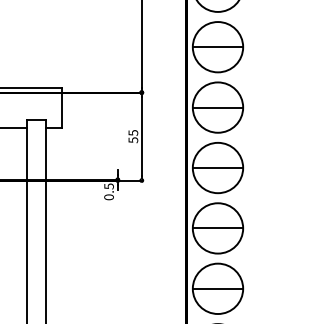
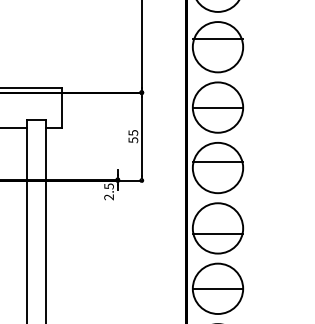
line at (217, 47) position: (217, 47) -> (217, 39)
line at (217, 168) position: (217, 168) -> (217, 162)
text at (108, 197): 0.5 -> 2.5
line at (217, 228) position: (217, 228) -> (217, 234)
